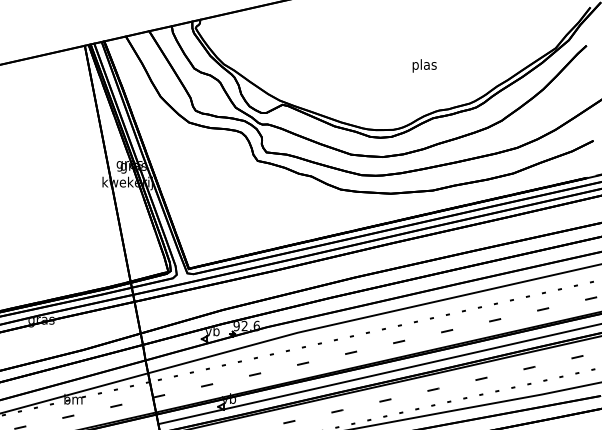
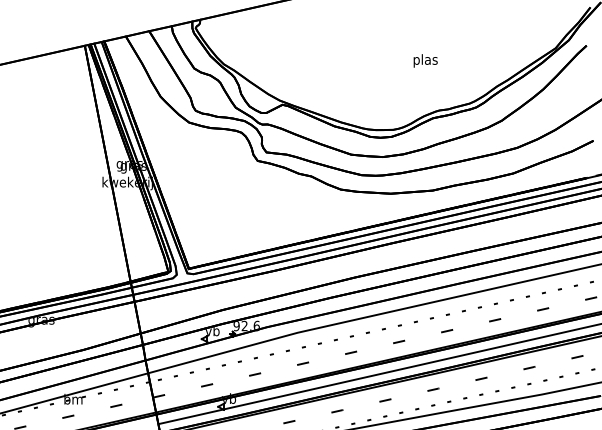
text at (424, 65) position: (424, 65) -> (425, 60)
